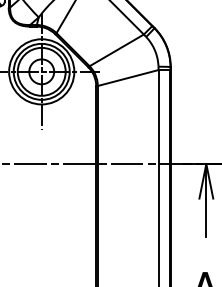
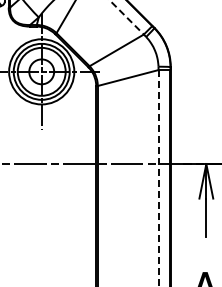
line at (126, 17): solid -> dashed
line at (158, 179): solid -> dashed
